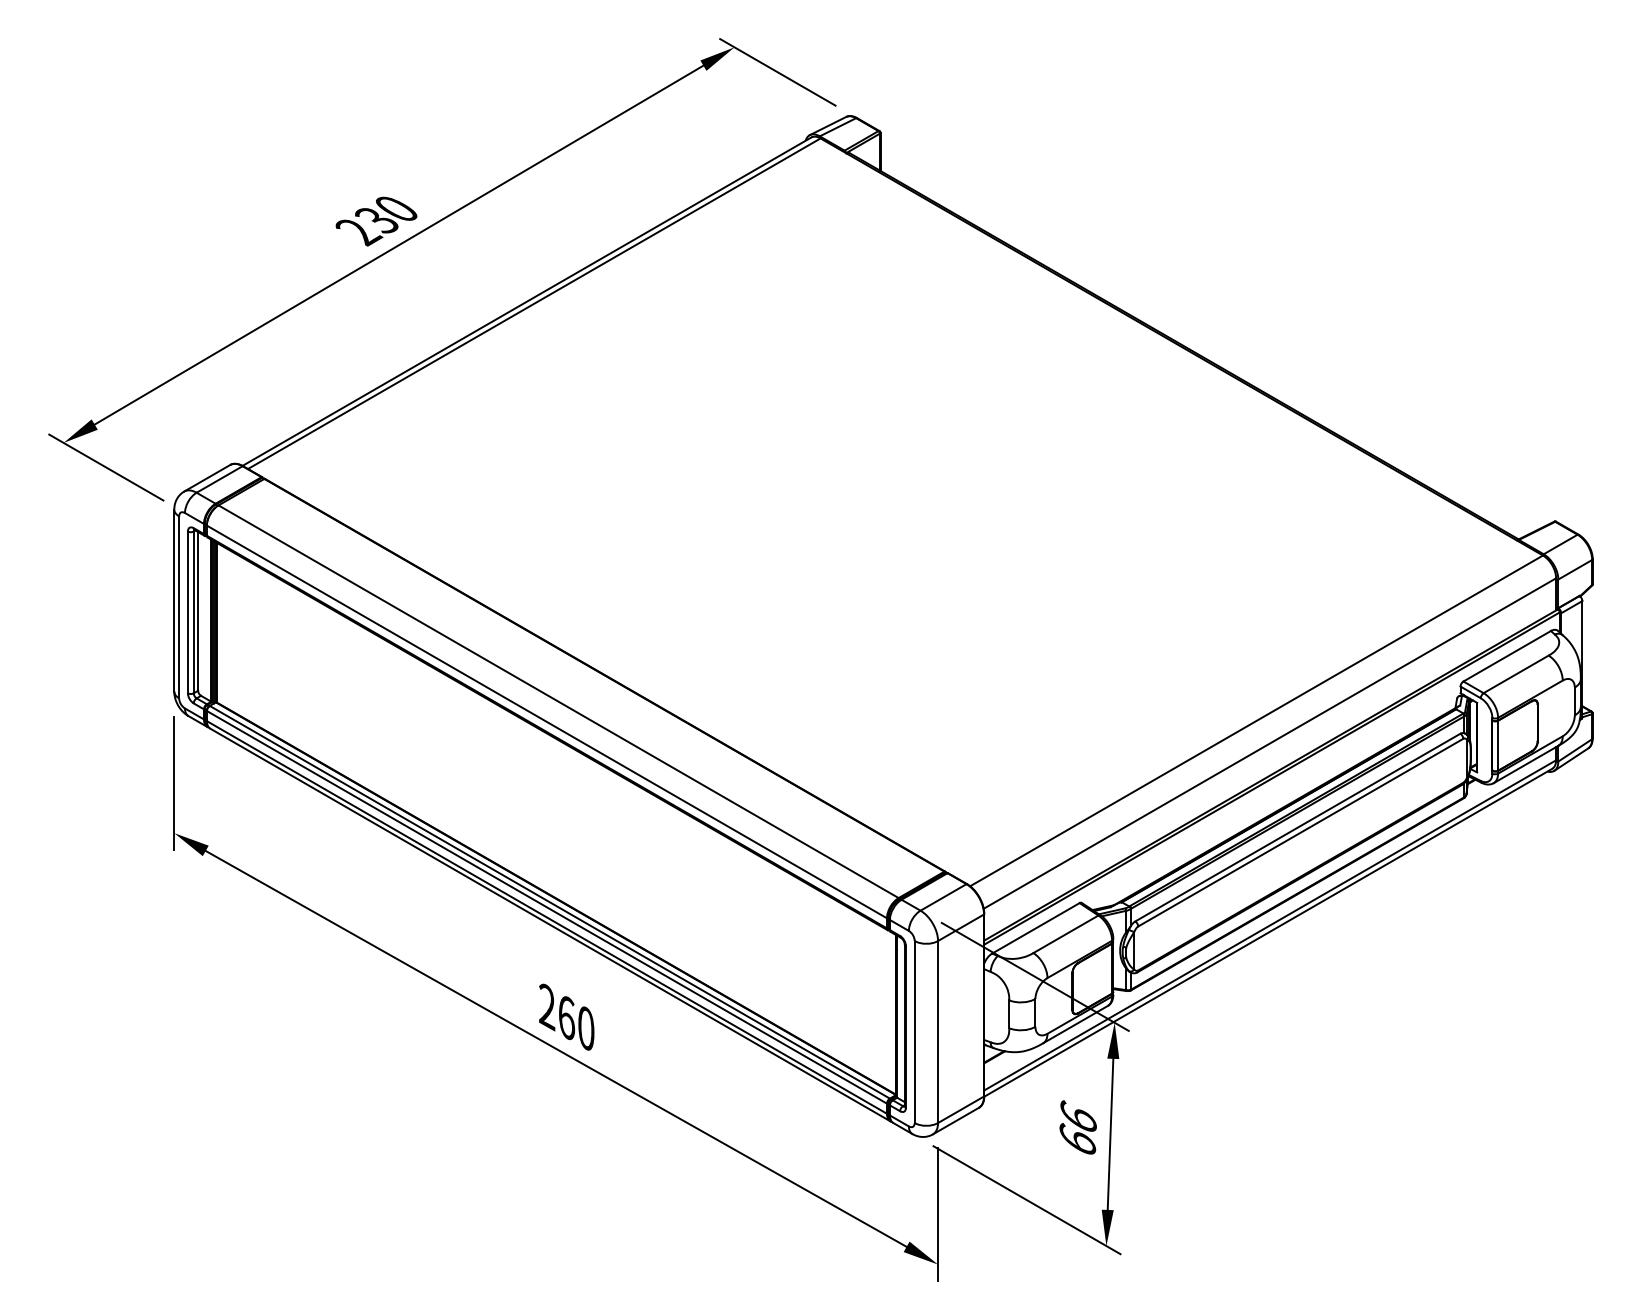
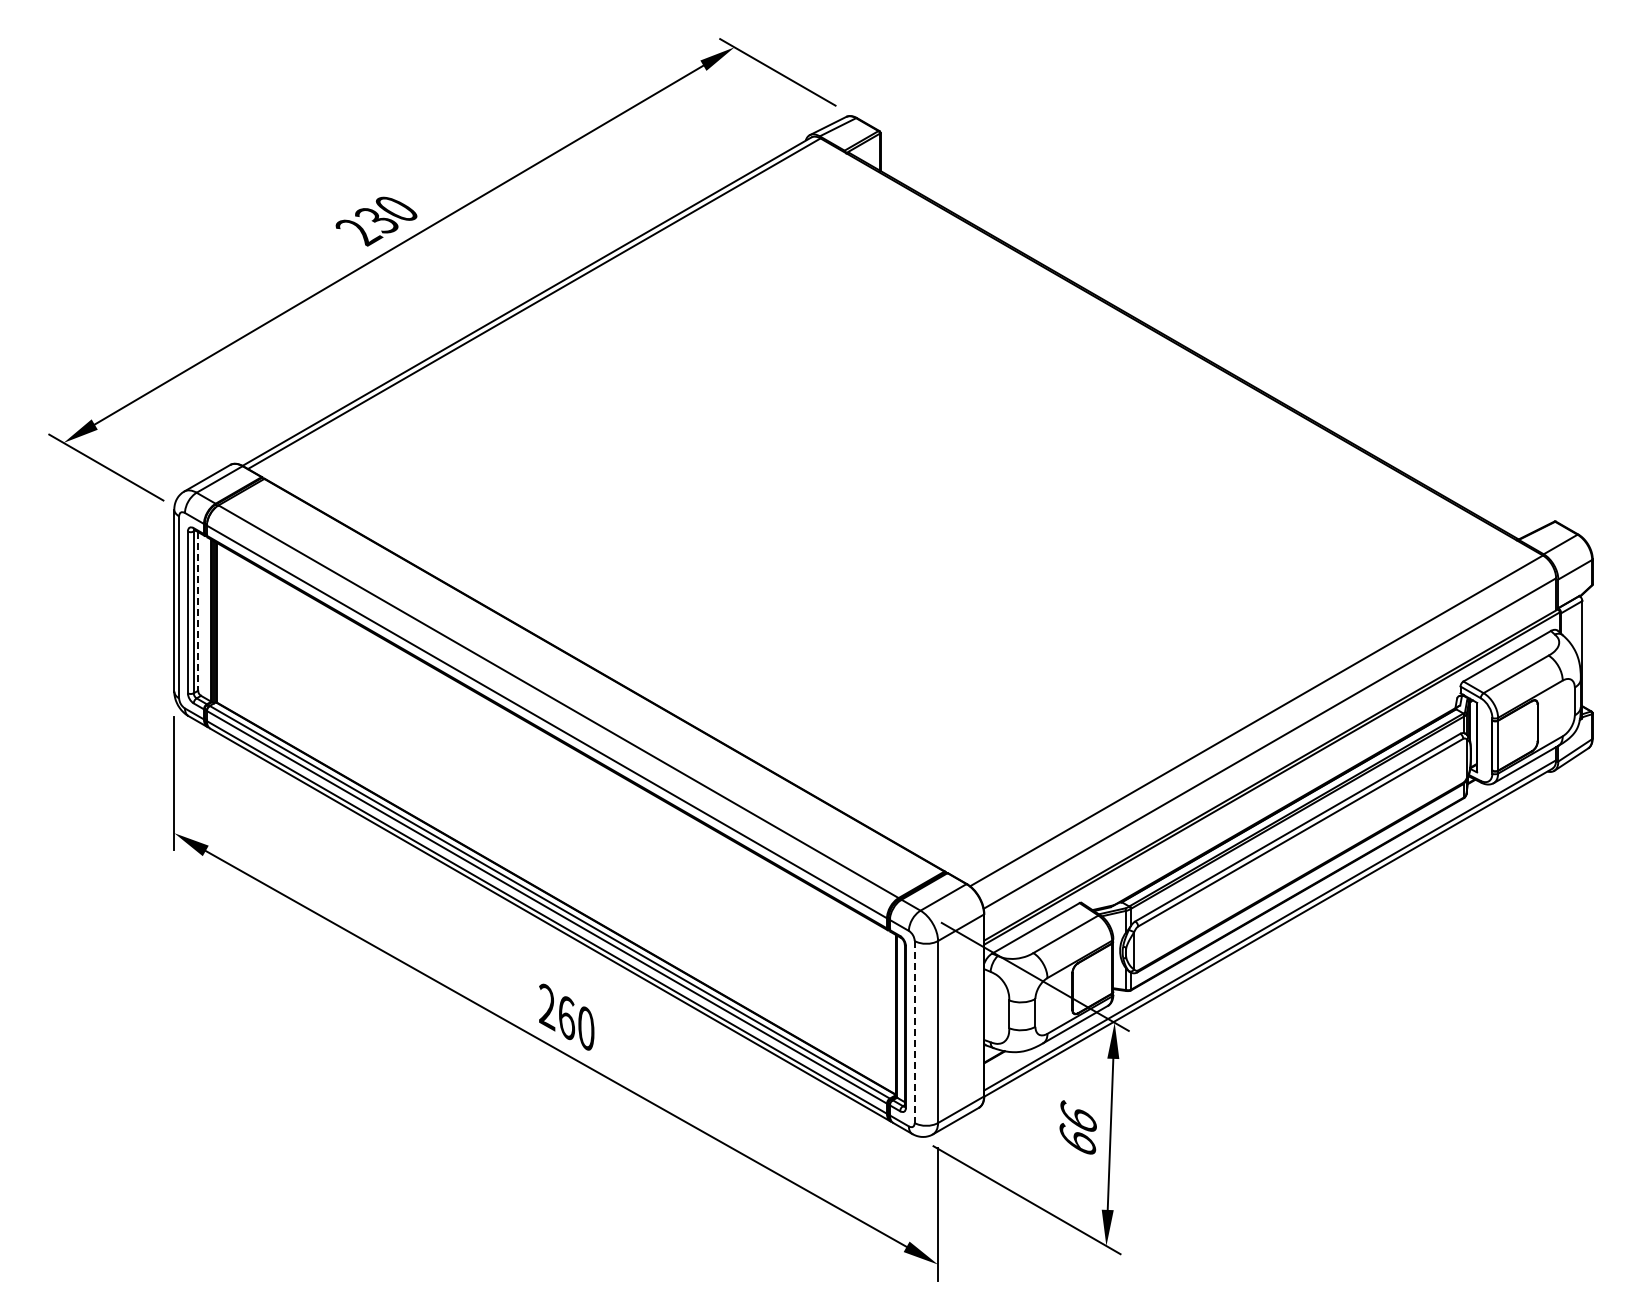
line at (198, 611): solid -> dashed
line at (914, 1032): solid -> dashed
